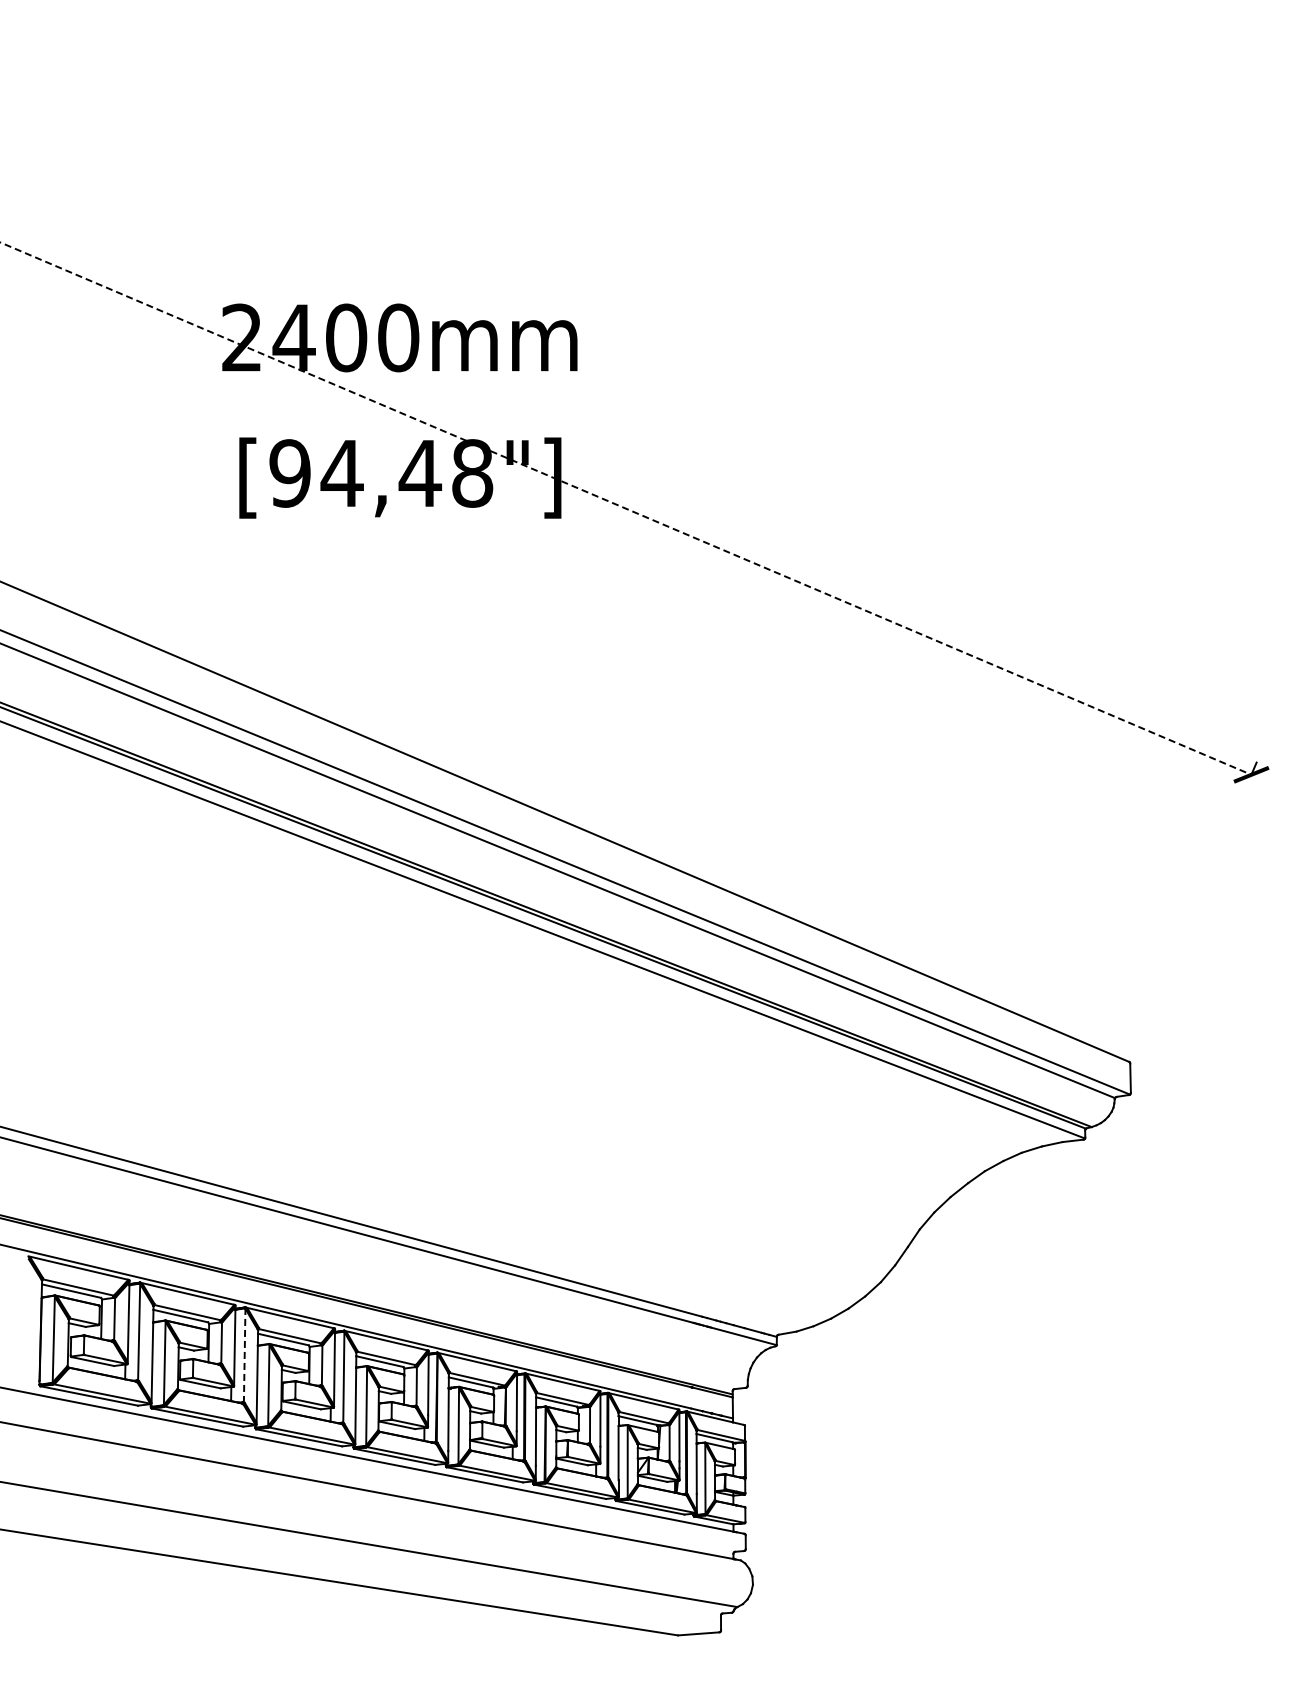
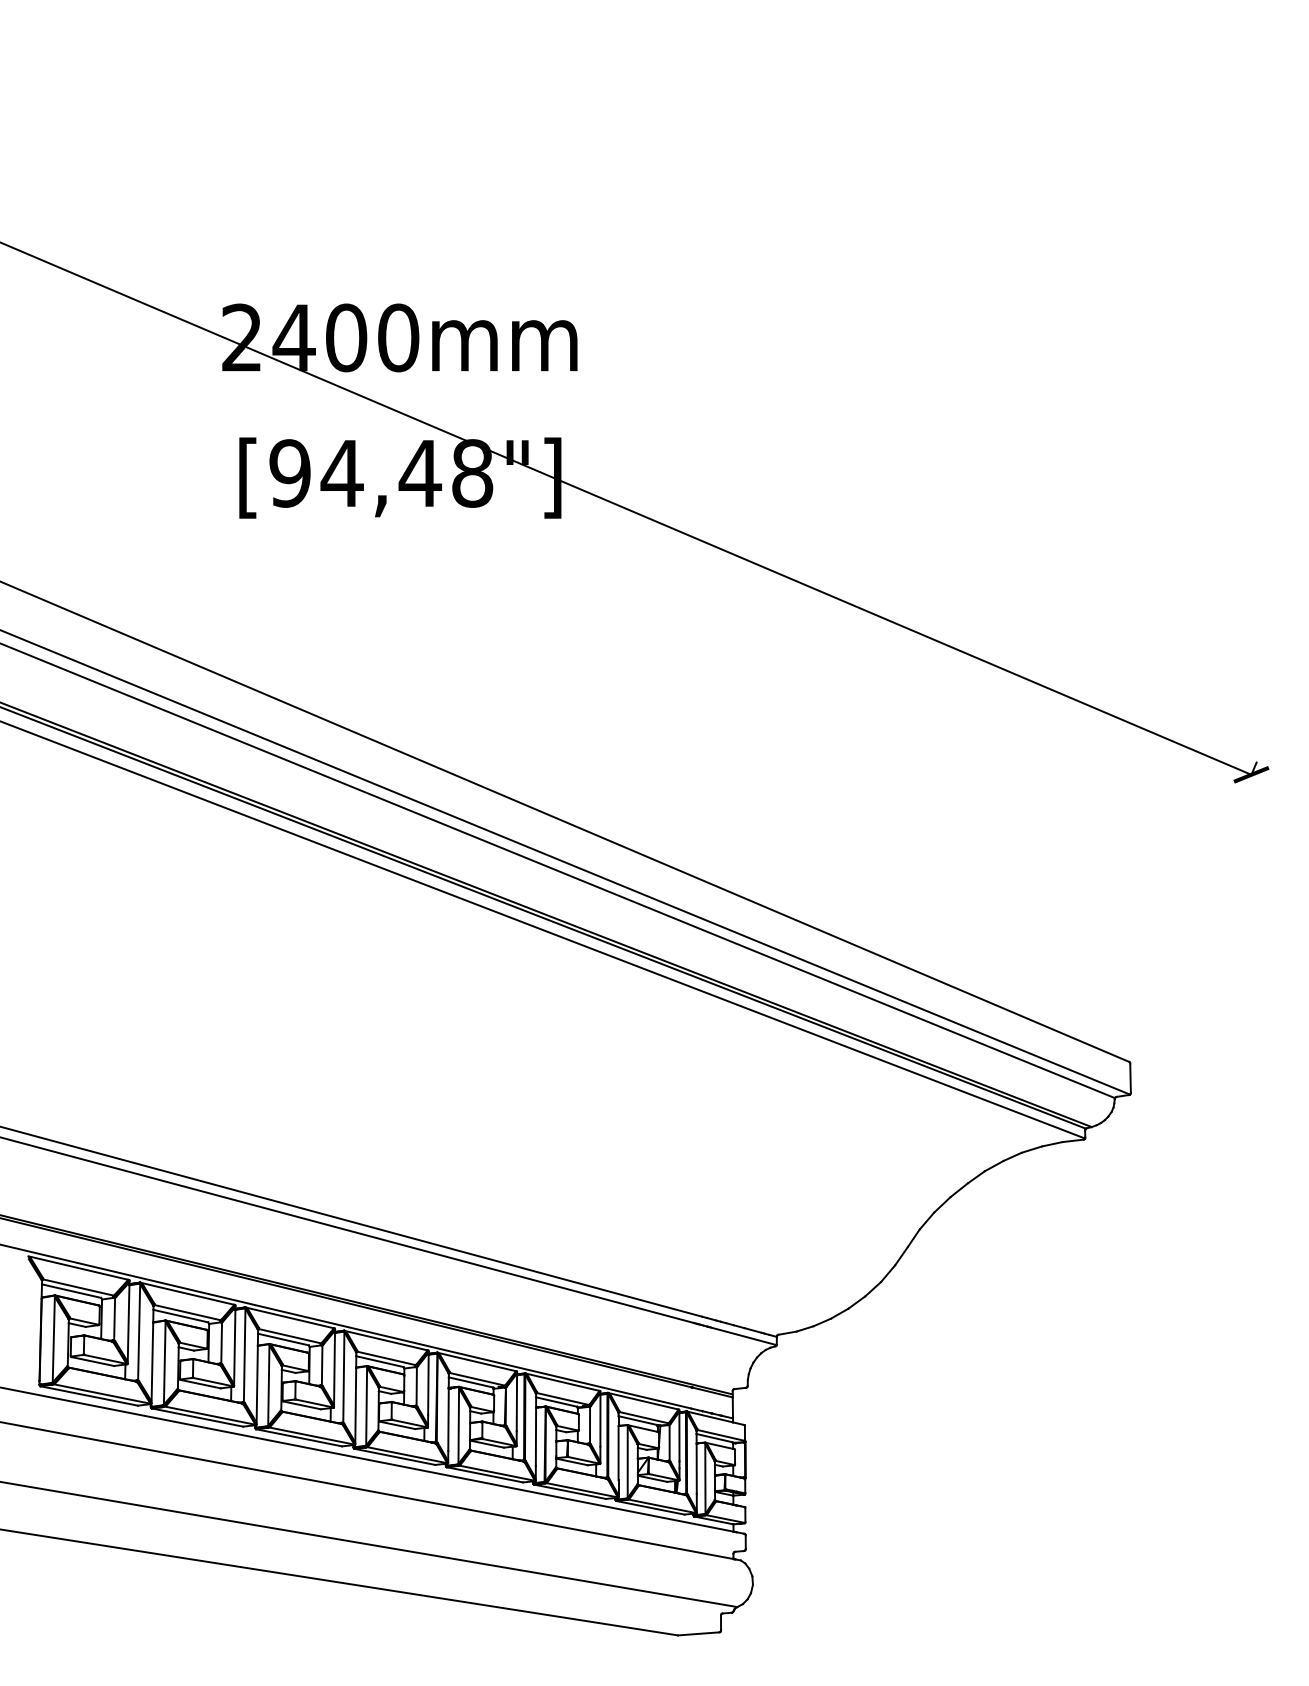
line at (625, 508): dashed -> solid
line at (244, 1355): dashed -> solid
